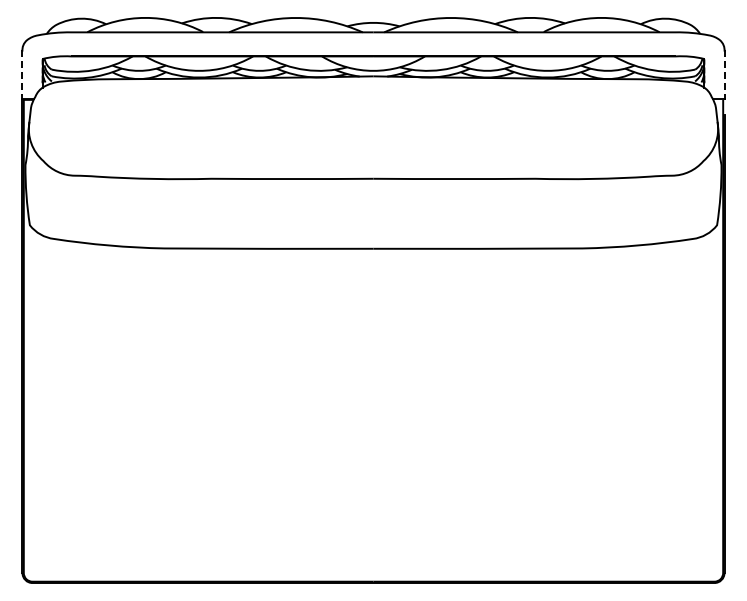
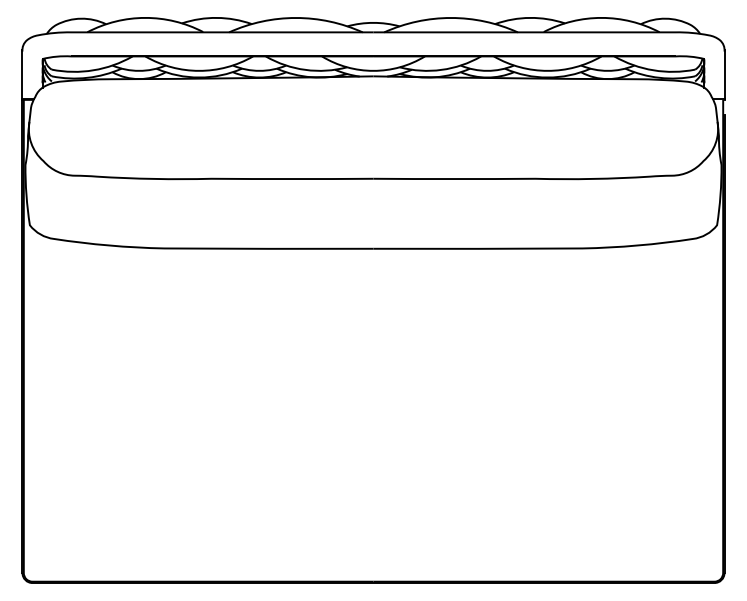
line at (22, 74): dashed -> solid
line at (724, 74): dashed -> solid
